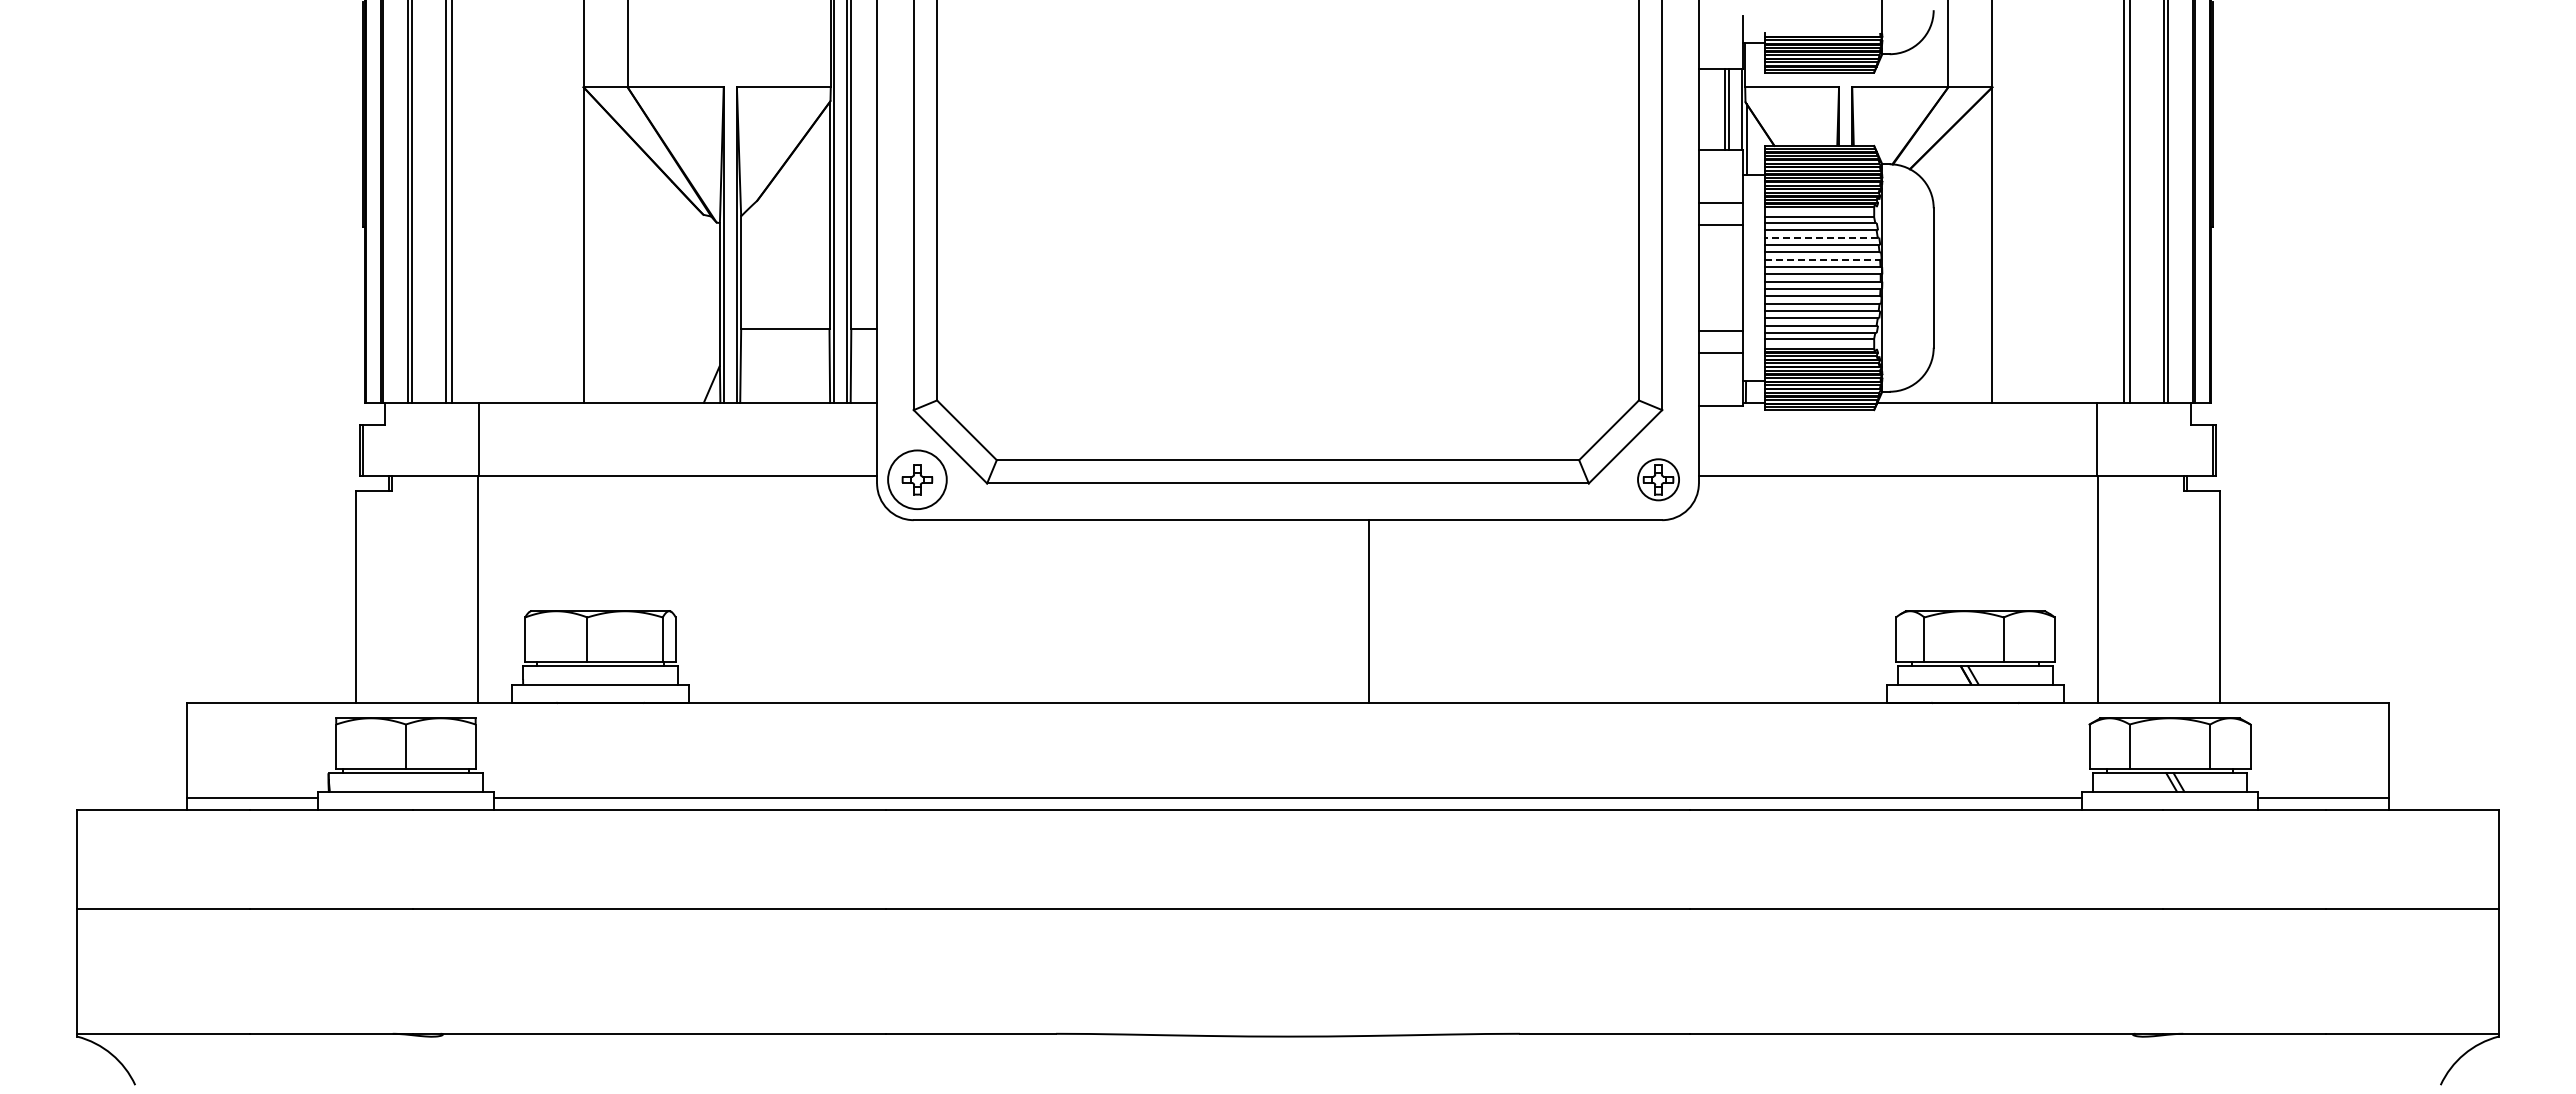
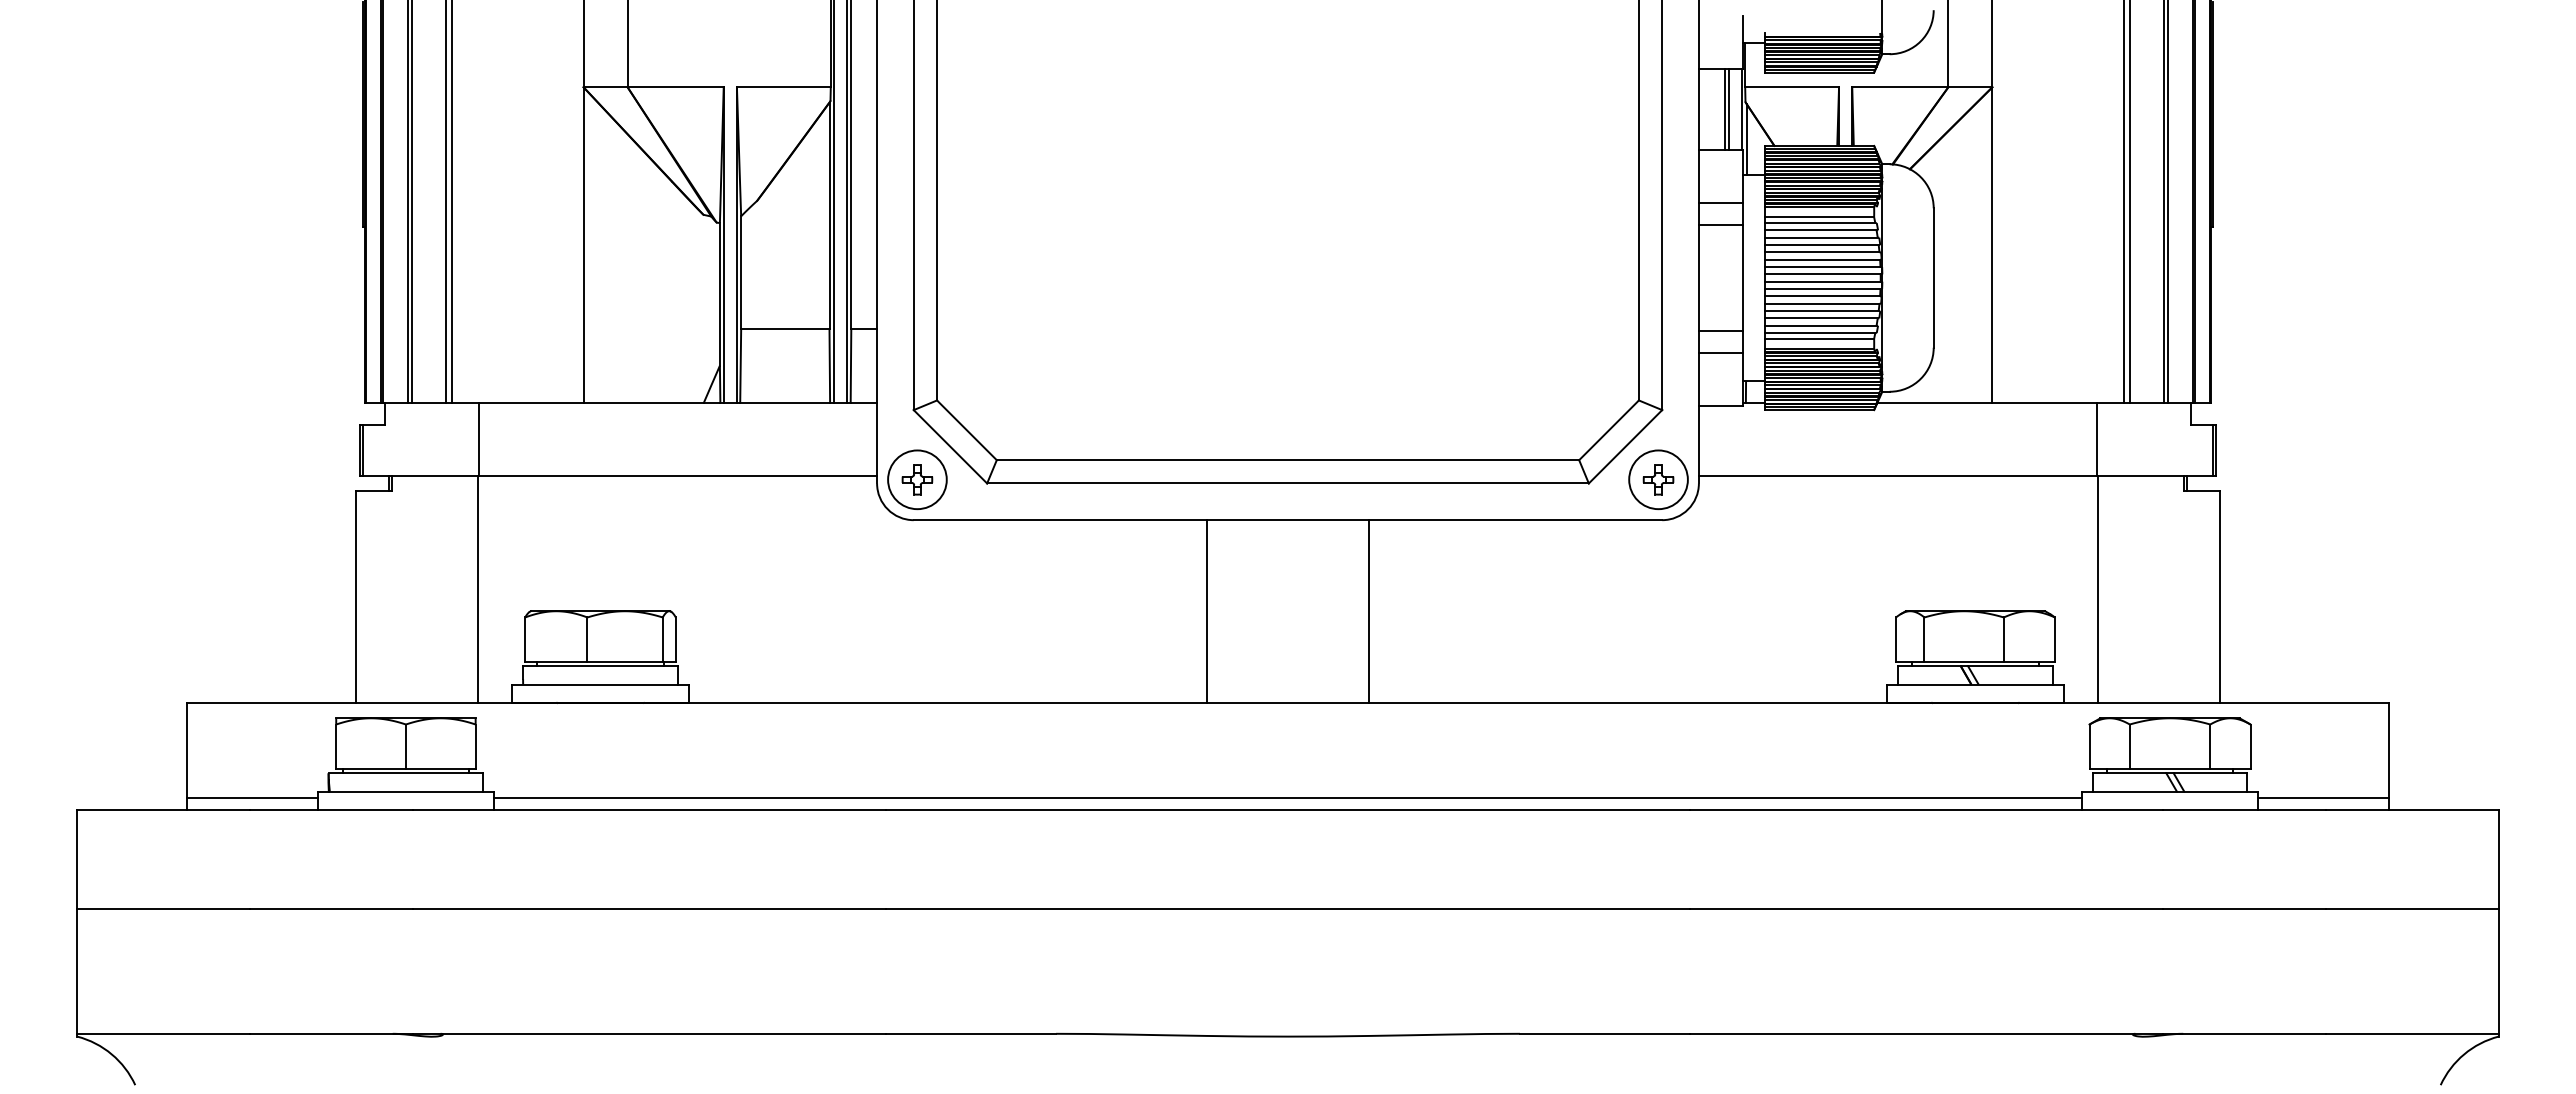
line at (1820, 237): dashed -> solid
line at (1822, 259): dashed -> solid
circle at (1658, 479) diameter: 41 px -> 59 px
line at (1207, 611): none -> present
